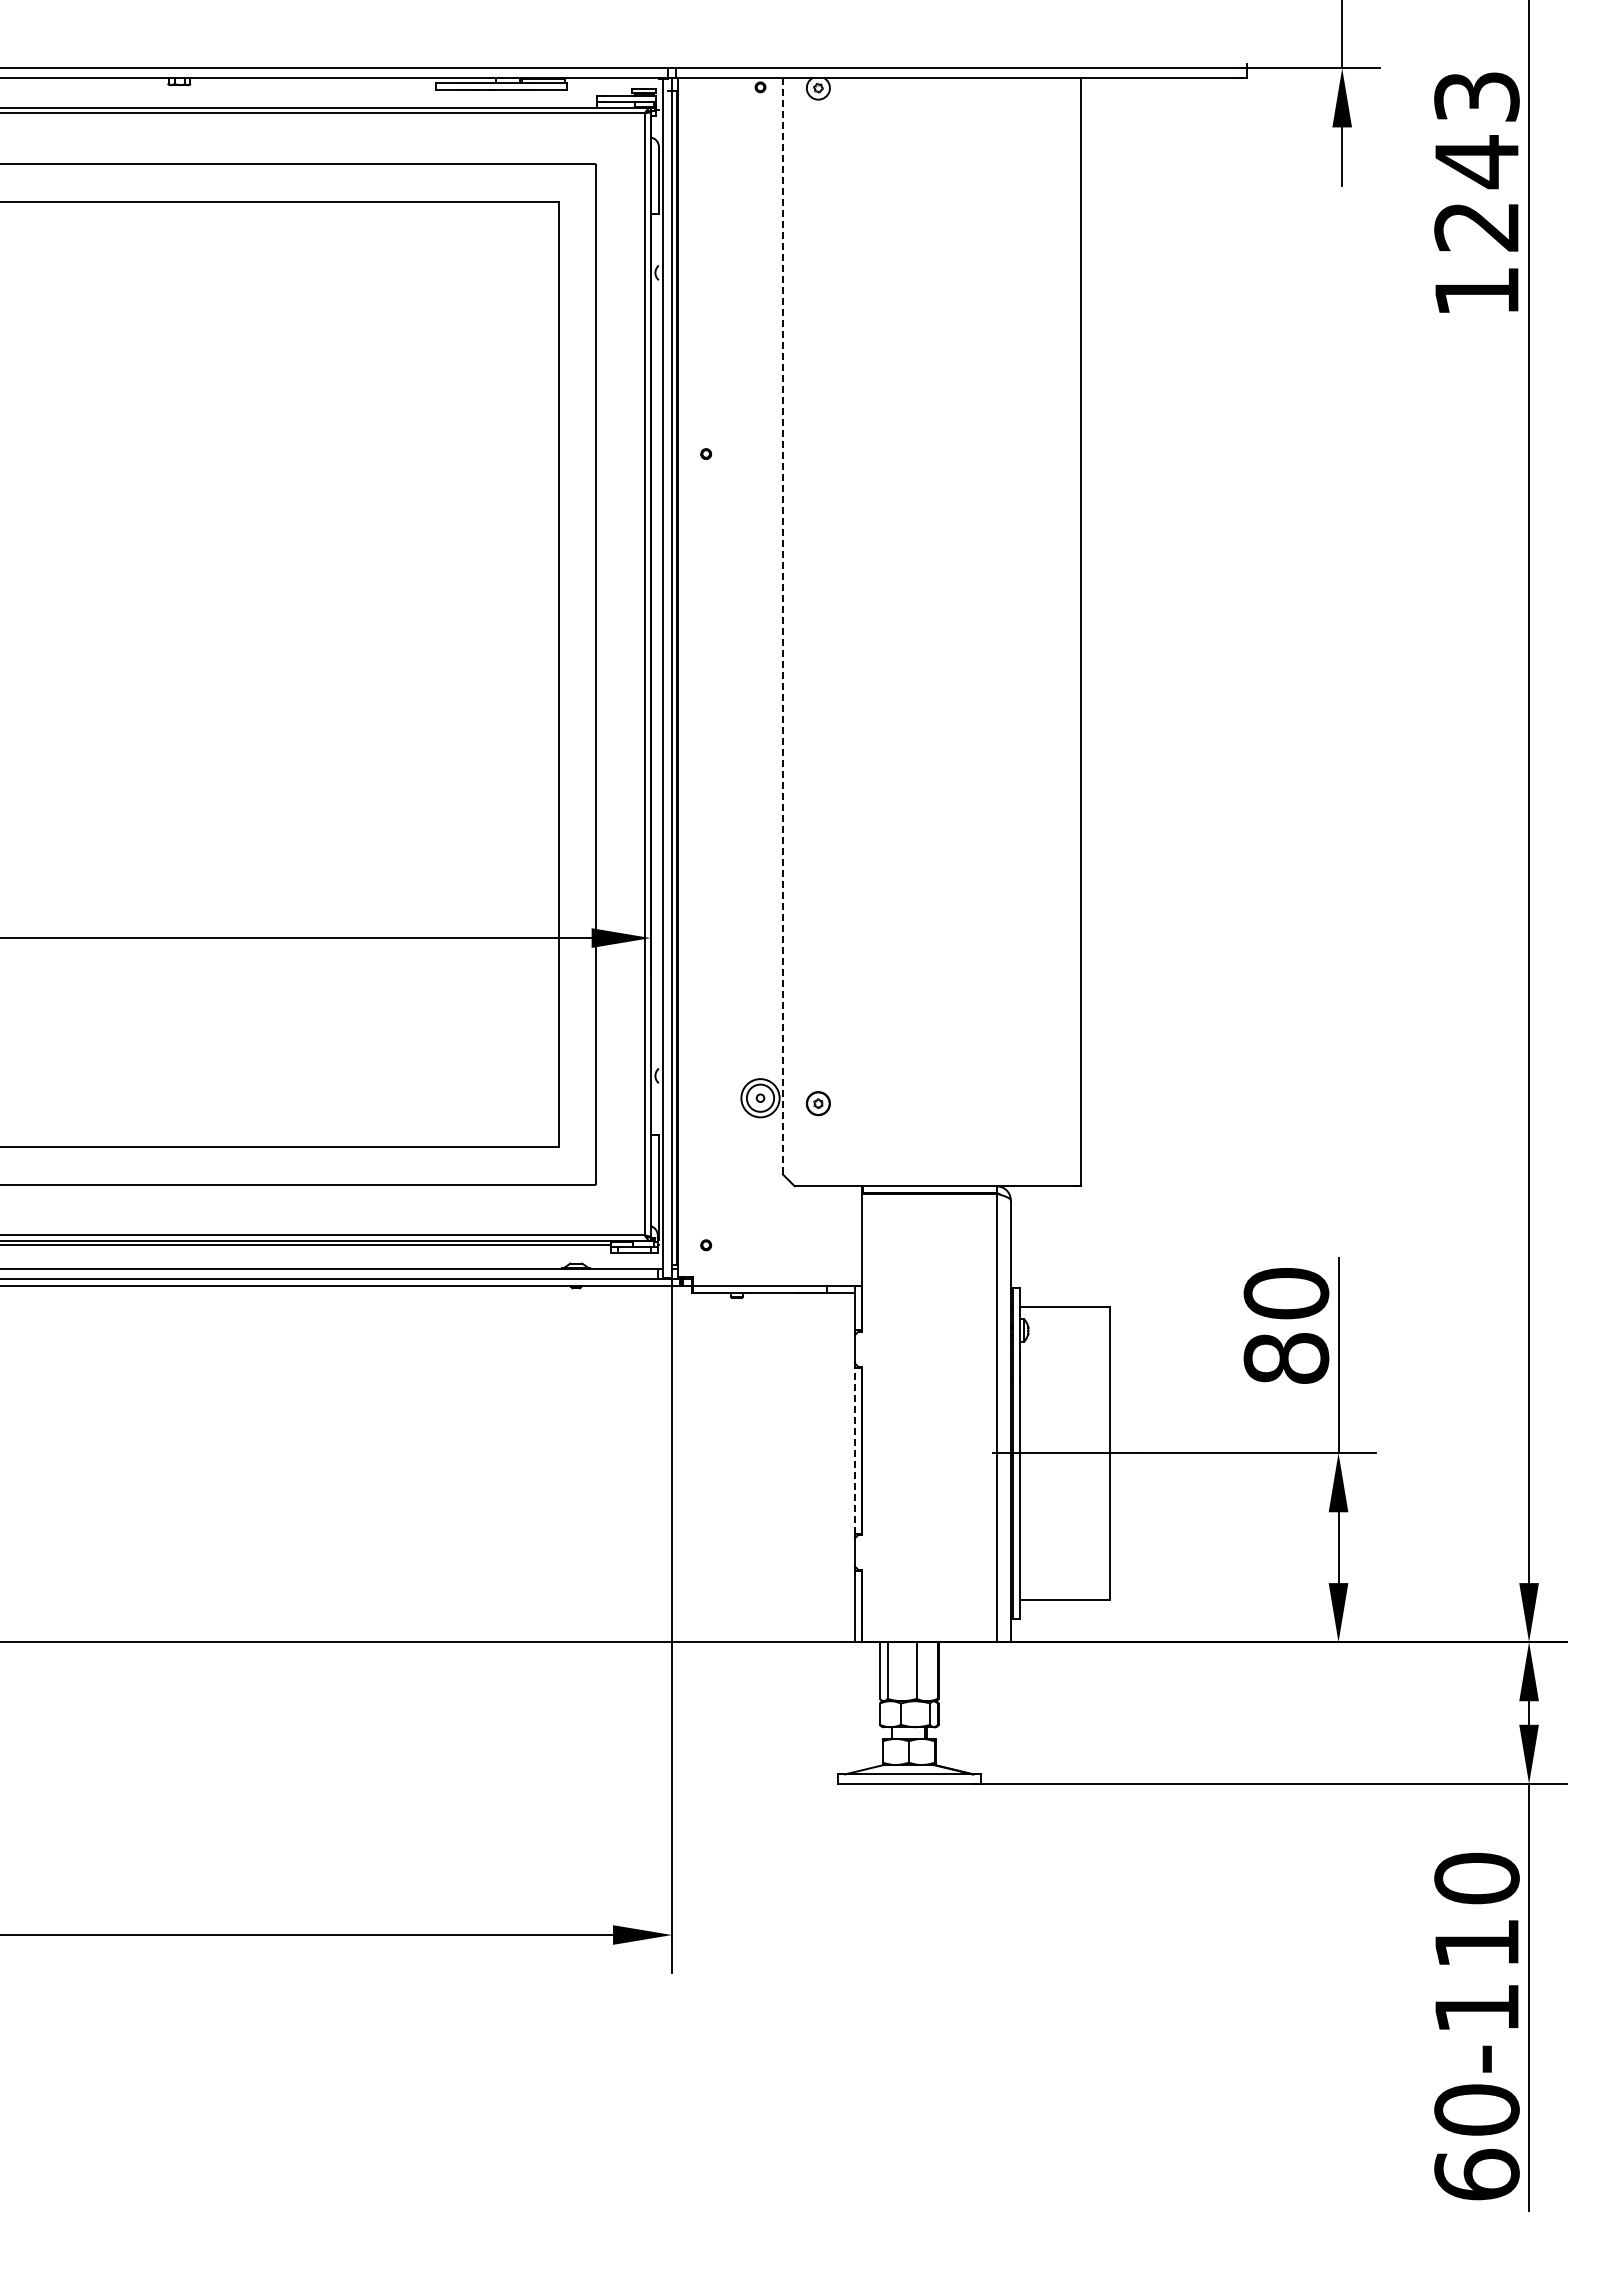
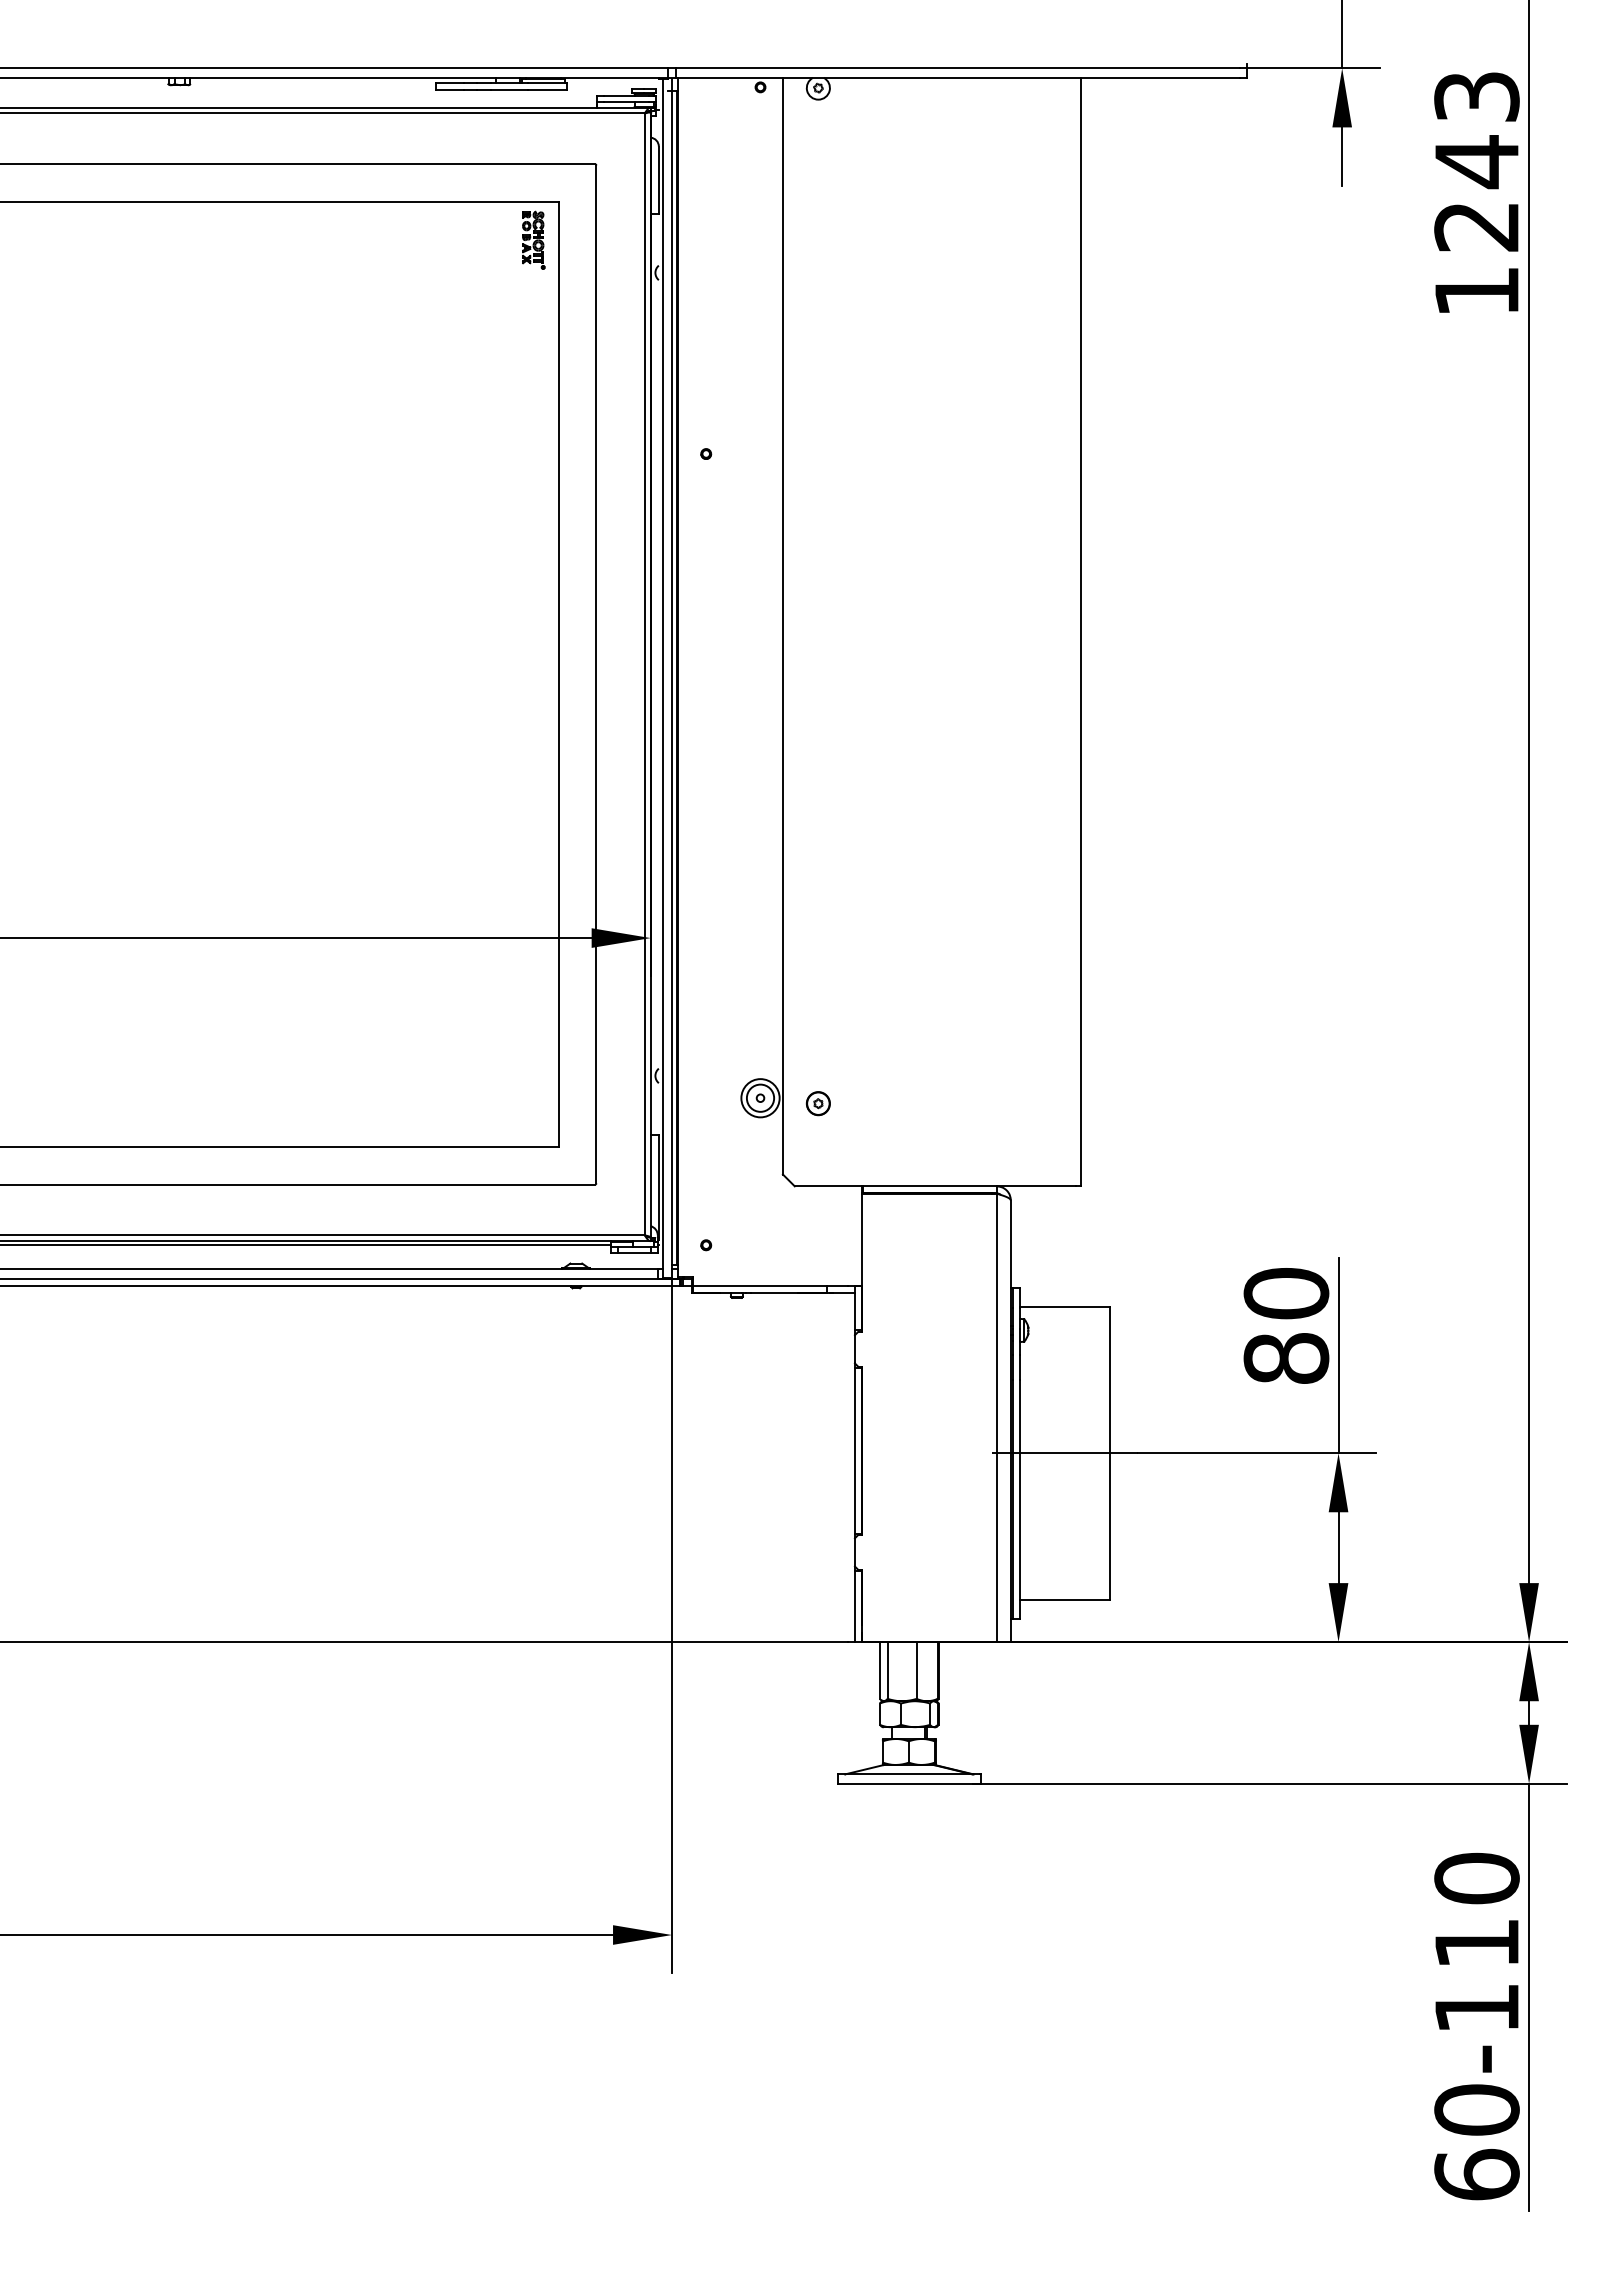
part at (533, 239): none -> present
line at (782, 626): dashed -> solid
line at (855, 1450): dashed -> solid
